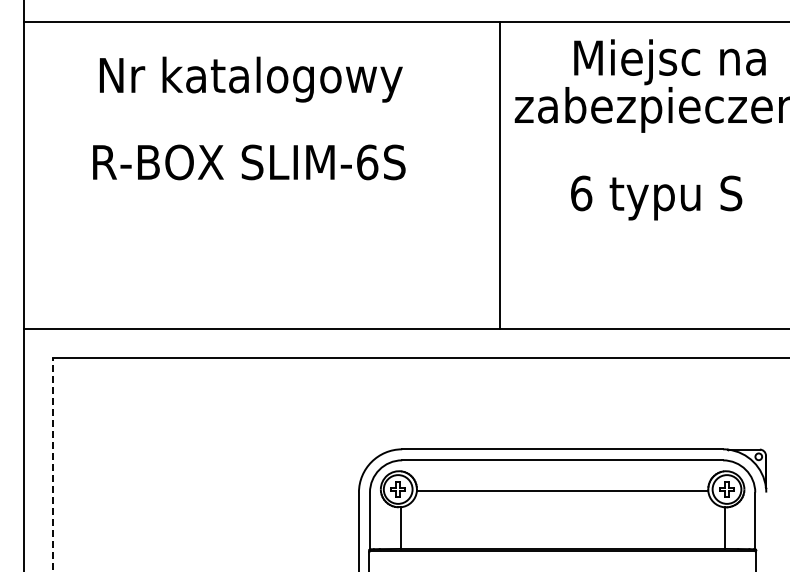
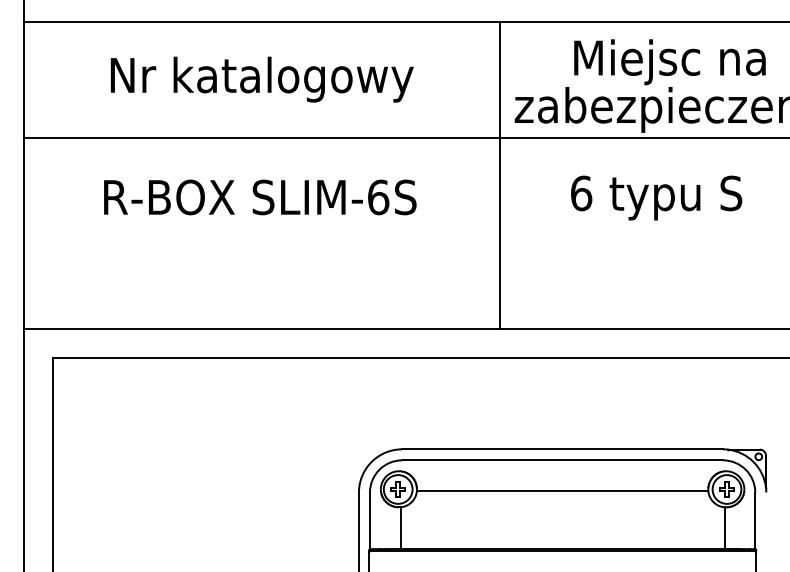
text at (250, 79) position: (250, 79) -> (261, 79)
line at (404, 137): none -> present
text at (249, 162) position: (249, 162) -> (260, 197)
line at (52, 464): dashed -> solid
